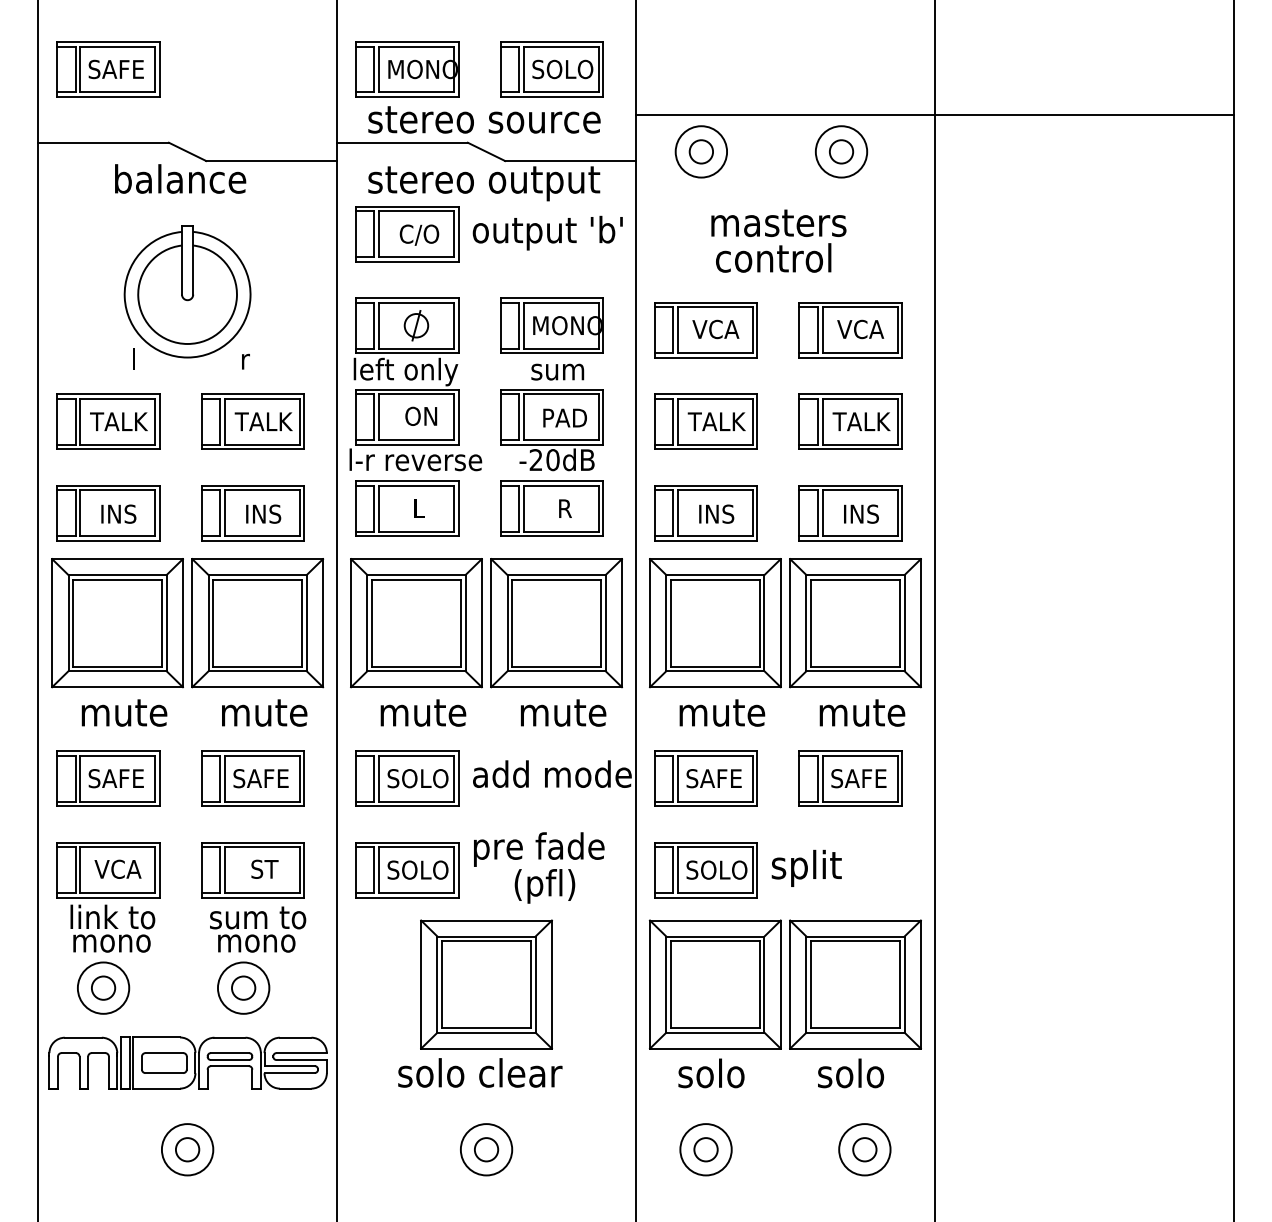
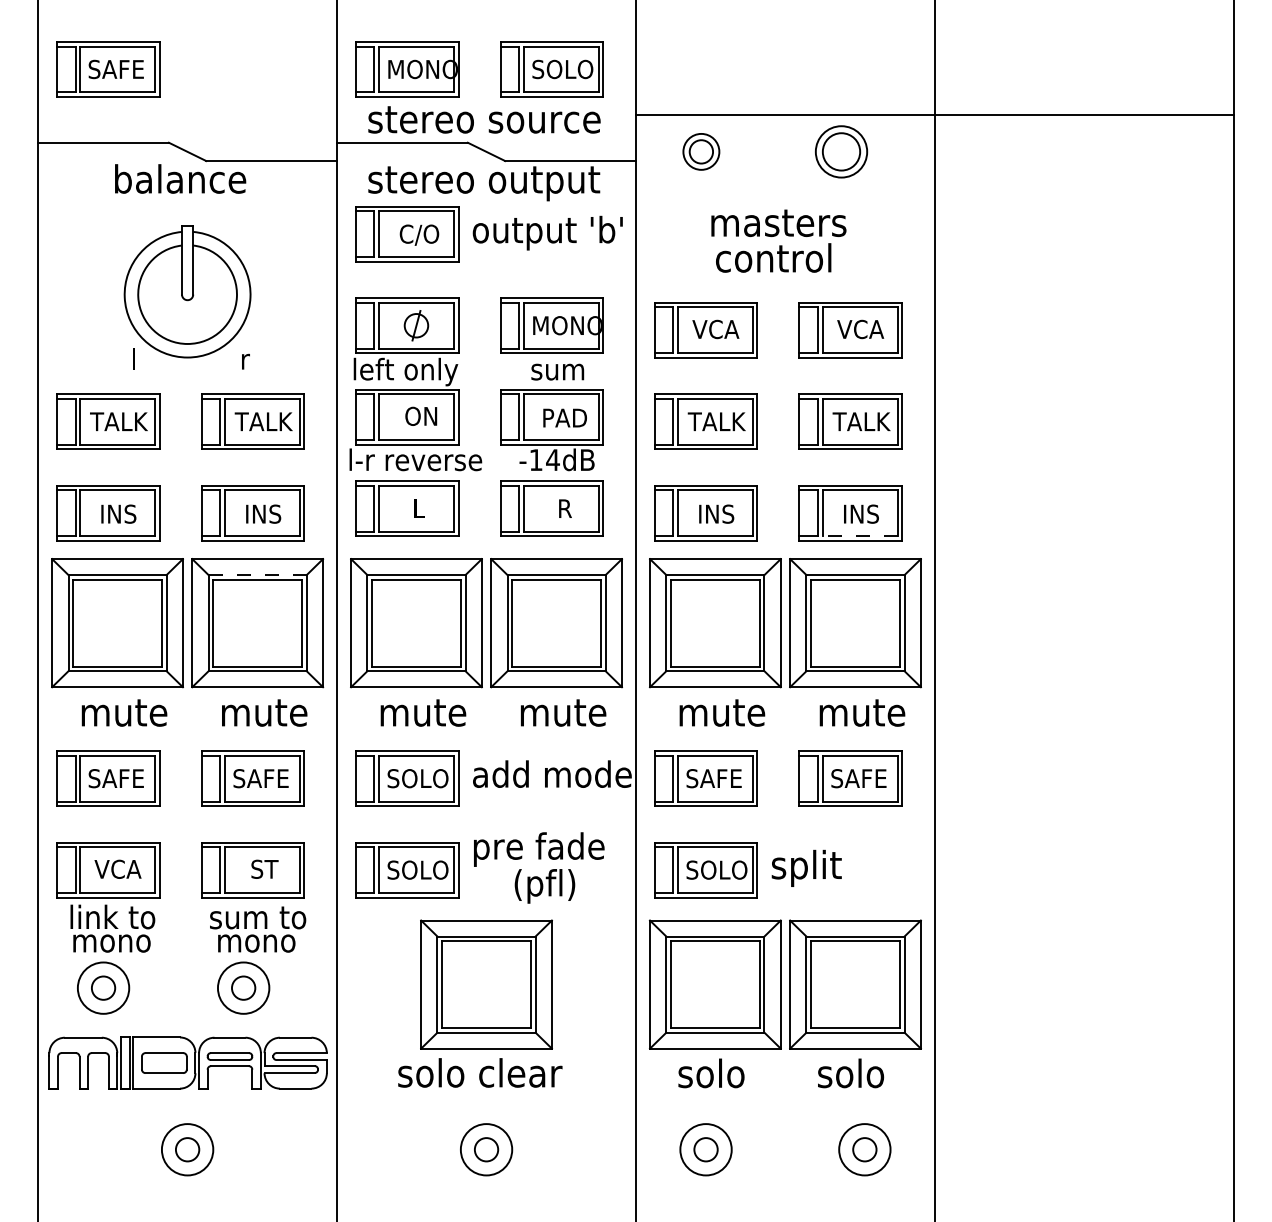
circle at (701, 151) diameter: 51 px -> 36 px
circle at (841, 151) diameter: 23 px -> 37 px
text at (544, 460): -20dB -> -14dB
line at (859, 536): solid -> dashed
line at (258, 575): solid -> dashed
